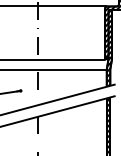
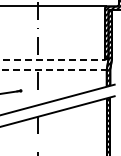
line at (53, 59): solid -> dashed
line at (54, 69): solid -> dashed
